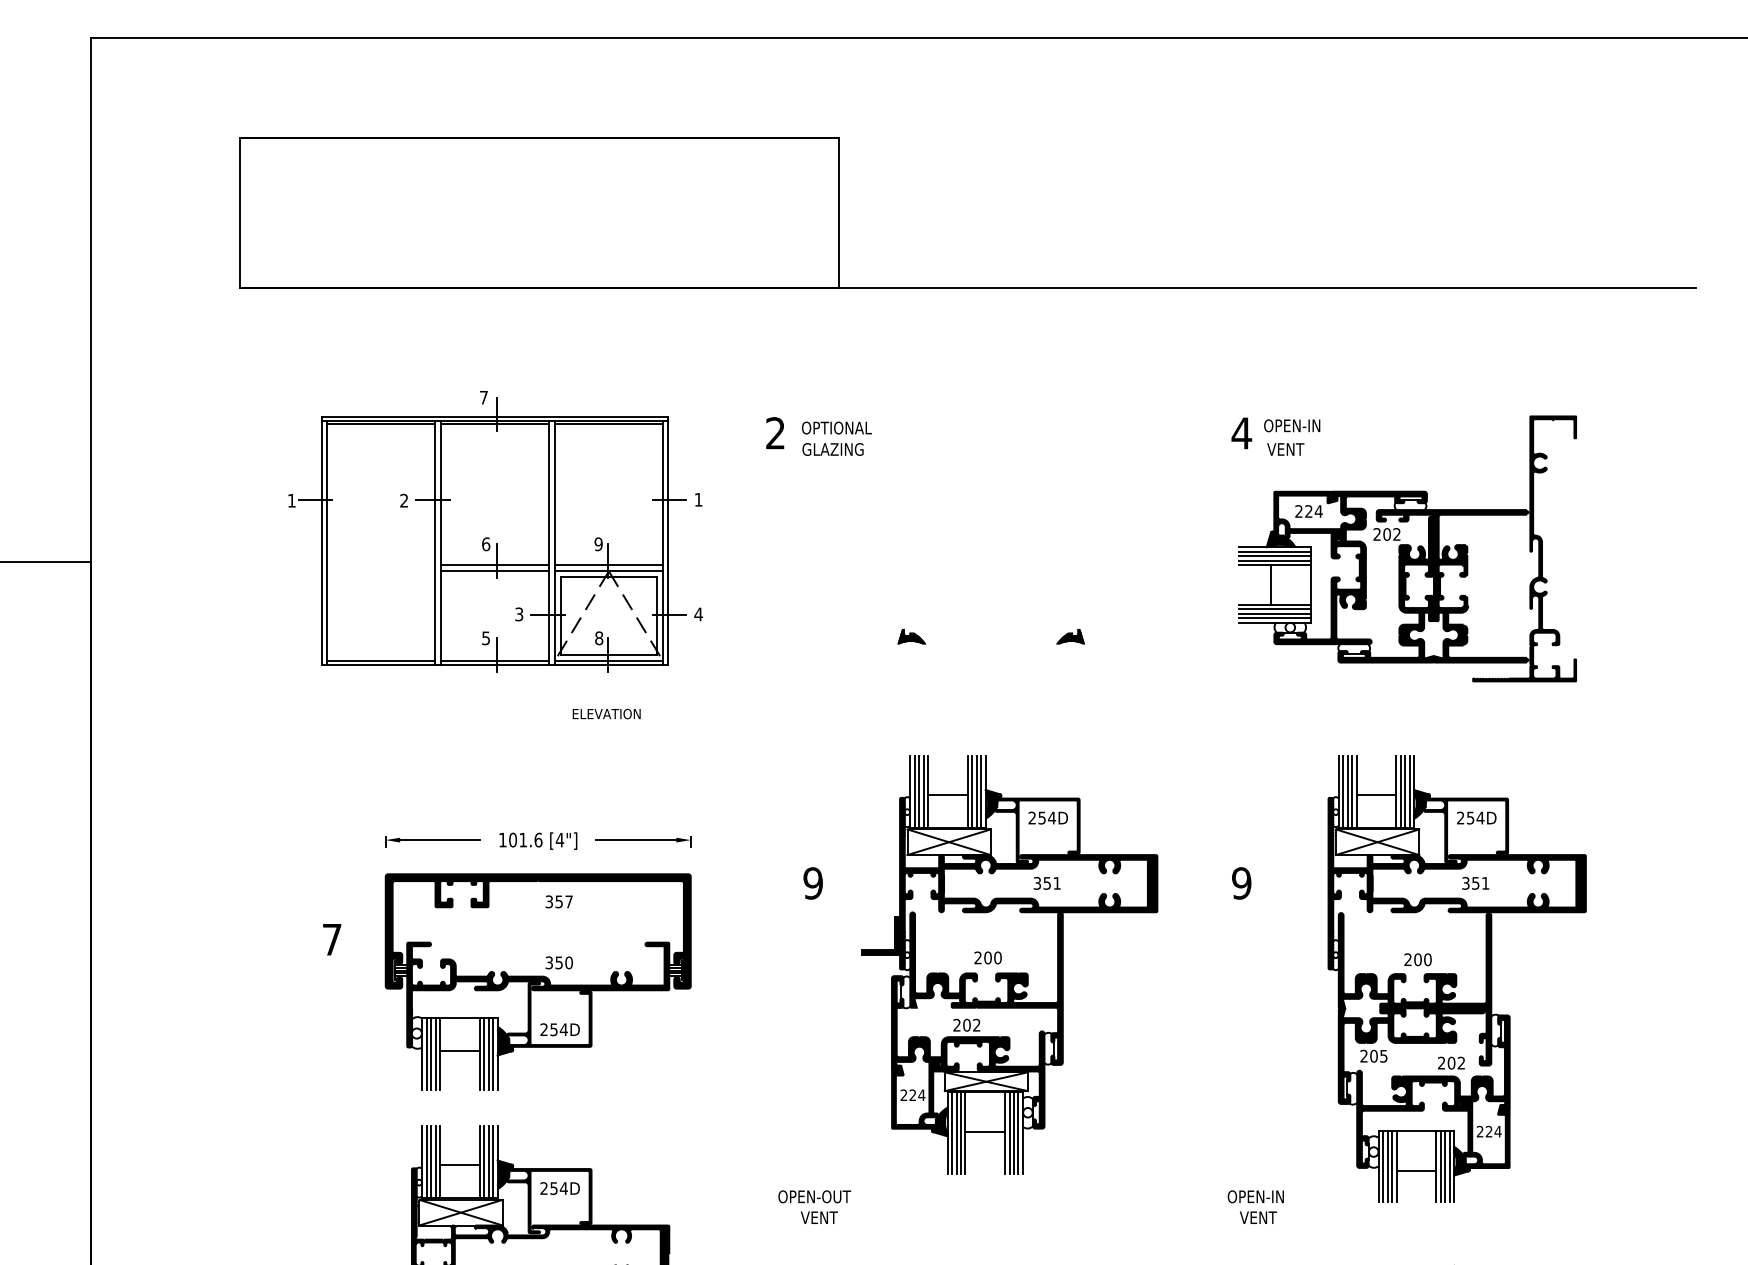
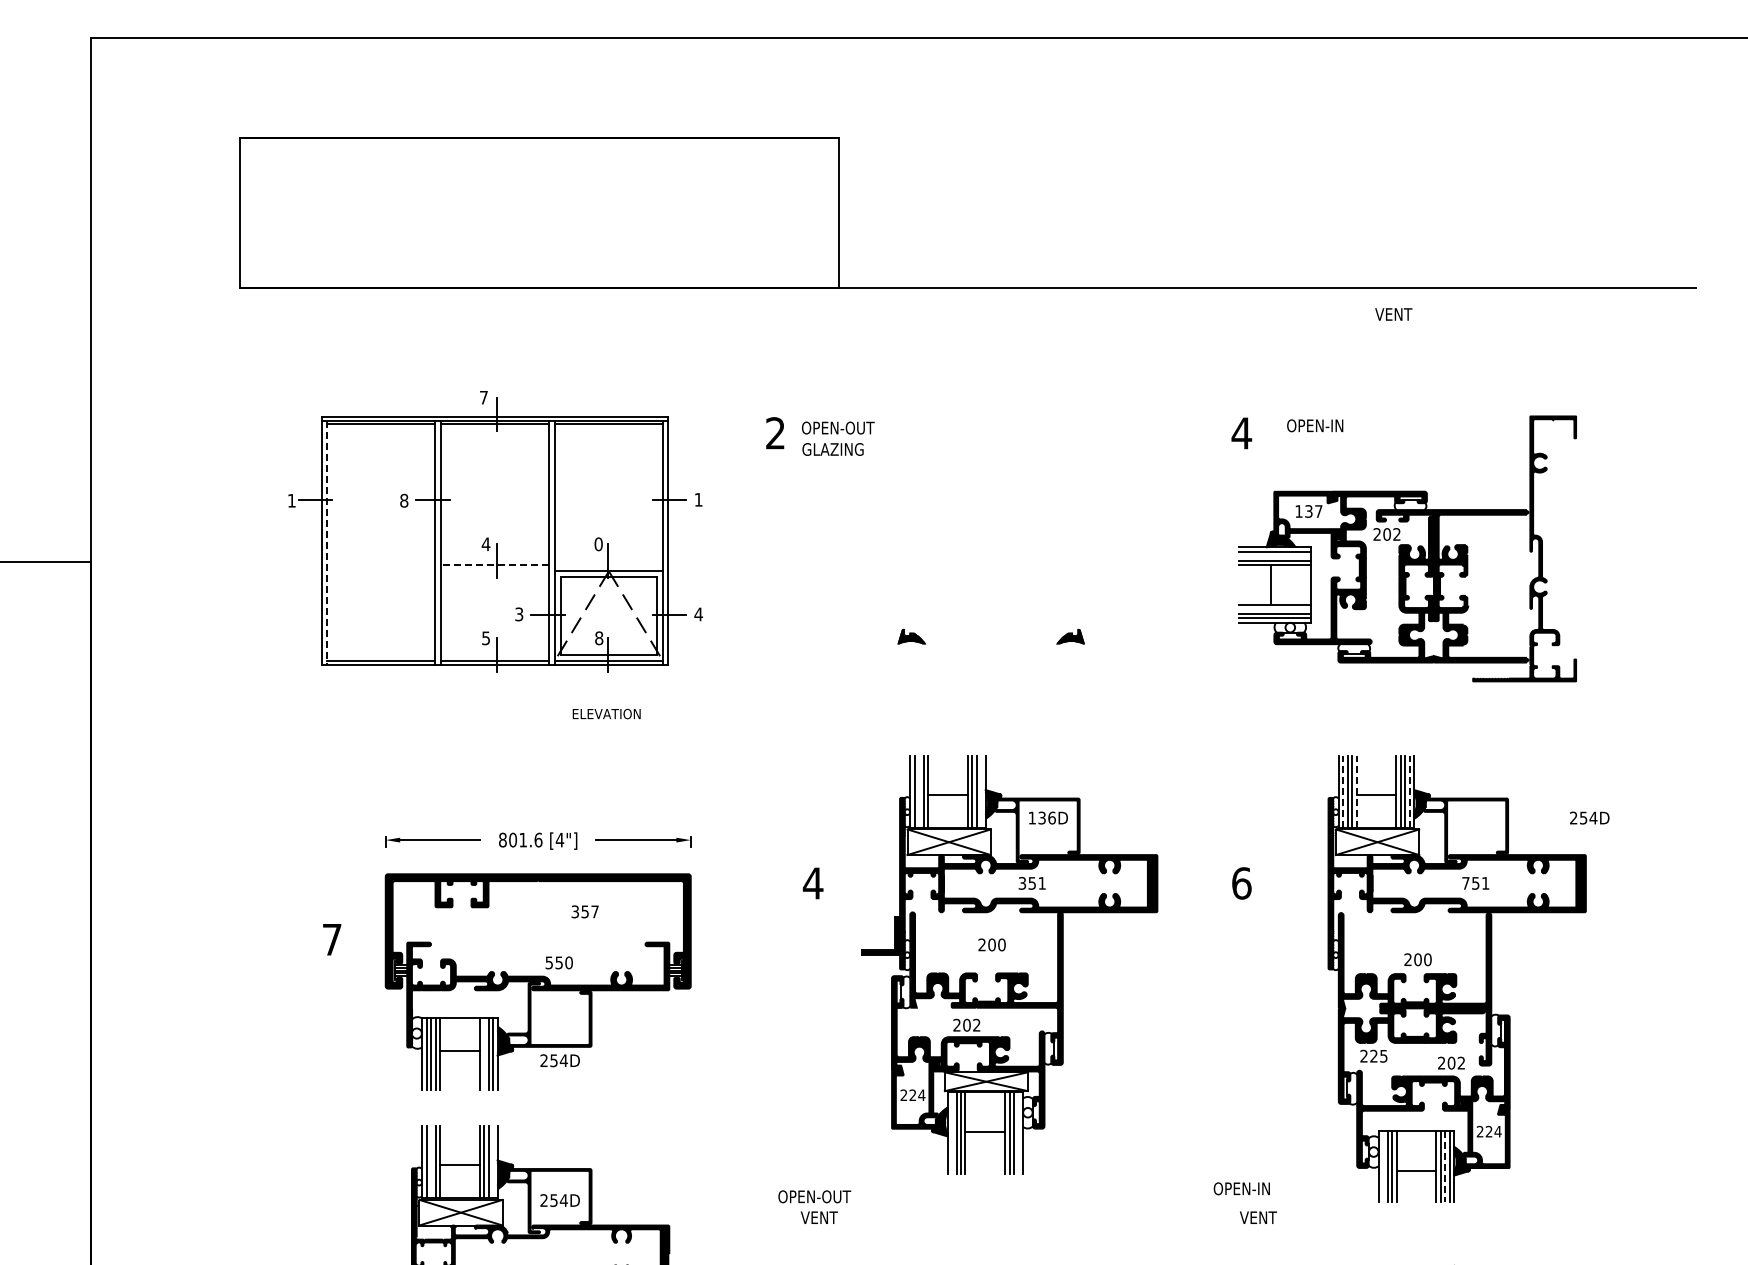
text at (1292, 425) position: (1292, 425) -> (1315, 425)
text at (847, 427): OPTIONAL -> OPEN-OUT
text at (1285, 449) position: (1285, 449) -> (1393, 314)
text at (404, 500): 2 -> 8
text at (1308, 511): 224 -> 137
line at (326, 543): solid -> dashed
text at (485, 544): 6 -> 4
text at (598, 544): 9 -> 0
line at (1275, 556): present -> none
line at (494, 565): solid -> dashed
line at (608, 565): present -> none
line at (494, 571): present -> none
line at (1275, 609): present -> none
line at (919, 791): present -> none
line at (981, 791): present -> none
line at (1343, 791): solid -> dashed
line at (1356, 791): solid -> dashed
line at (1409, 791): solid -> dashed
text at (1042, 817): 254D -> 136D
text at (1476, 817) position: (1476, 817) -> (1589, 817)
text at (502, 839): 101.6 -> 801.6
text at (812, 883): 9 -> 4
text at (1046, 883) position: (1046, 883) -> (1031, 883)
text at (1241, 883): 9 -> 6
text at (1465, 883): 351 -> 751
text at (558, 901) position: (558, 901) -> (584, 911)
text at (987, 957) position: (987, 957) -> (991, 944)
text at (549, 962): 350 -> 550
text at (559, 1029) position: (559, 1029) -> (559, 1060)
line at (484, 1053): present -> none
text at (1373, 1055): 205 -> 225
line at (952, 1132): present -> none
line at (1018, 1132): present -> none
line at (431, 1161): present -> none
line at (493, 1161): present -> none
line at (1383, 1166): present -> none
line at (1445, 1166): solid -> dashed
text at (559, 1188) position: (559, 1188) -> (559, 1200)
text at (1255, 1196) position: (1255, 1196) -> (1241, 1188)
